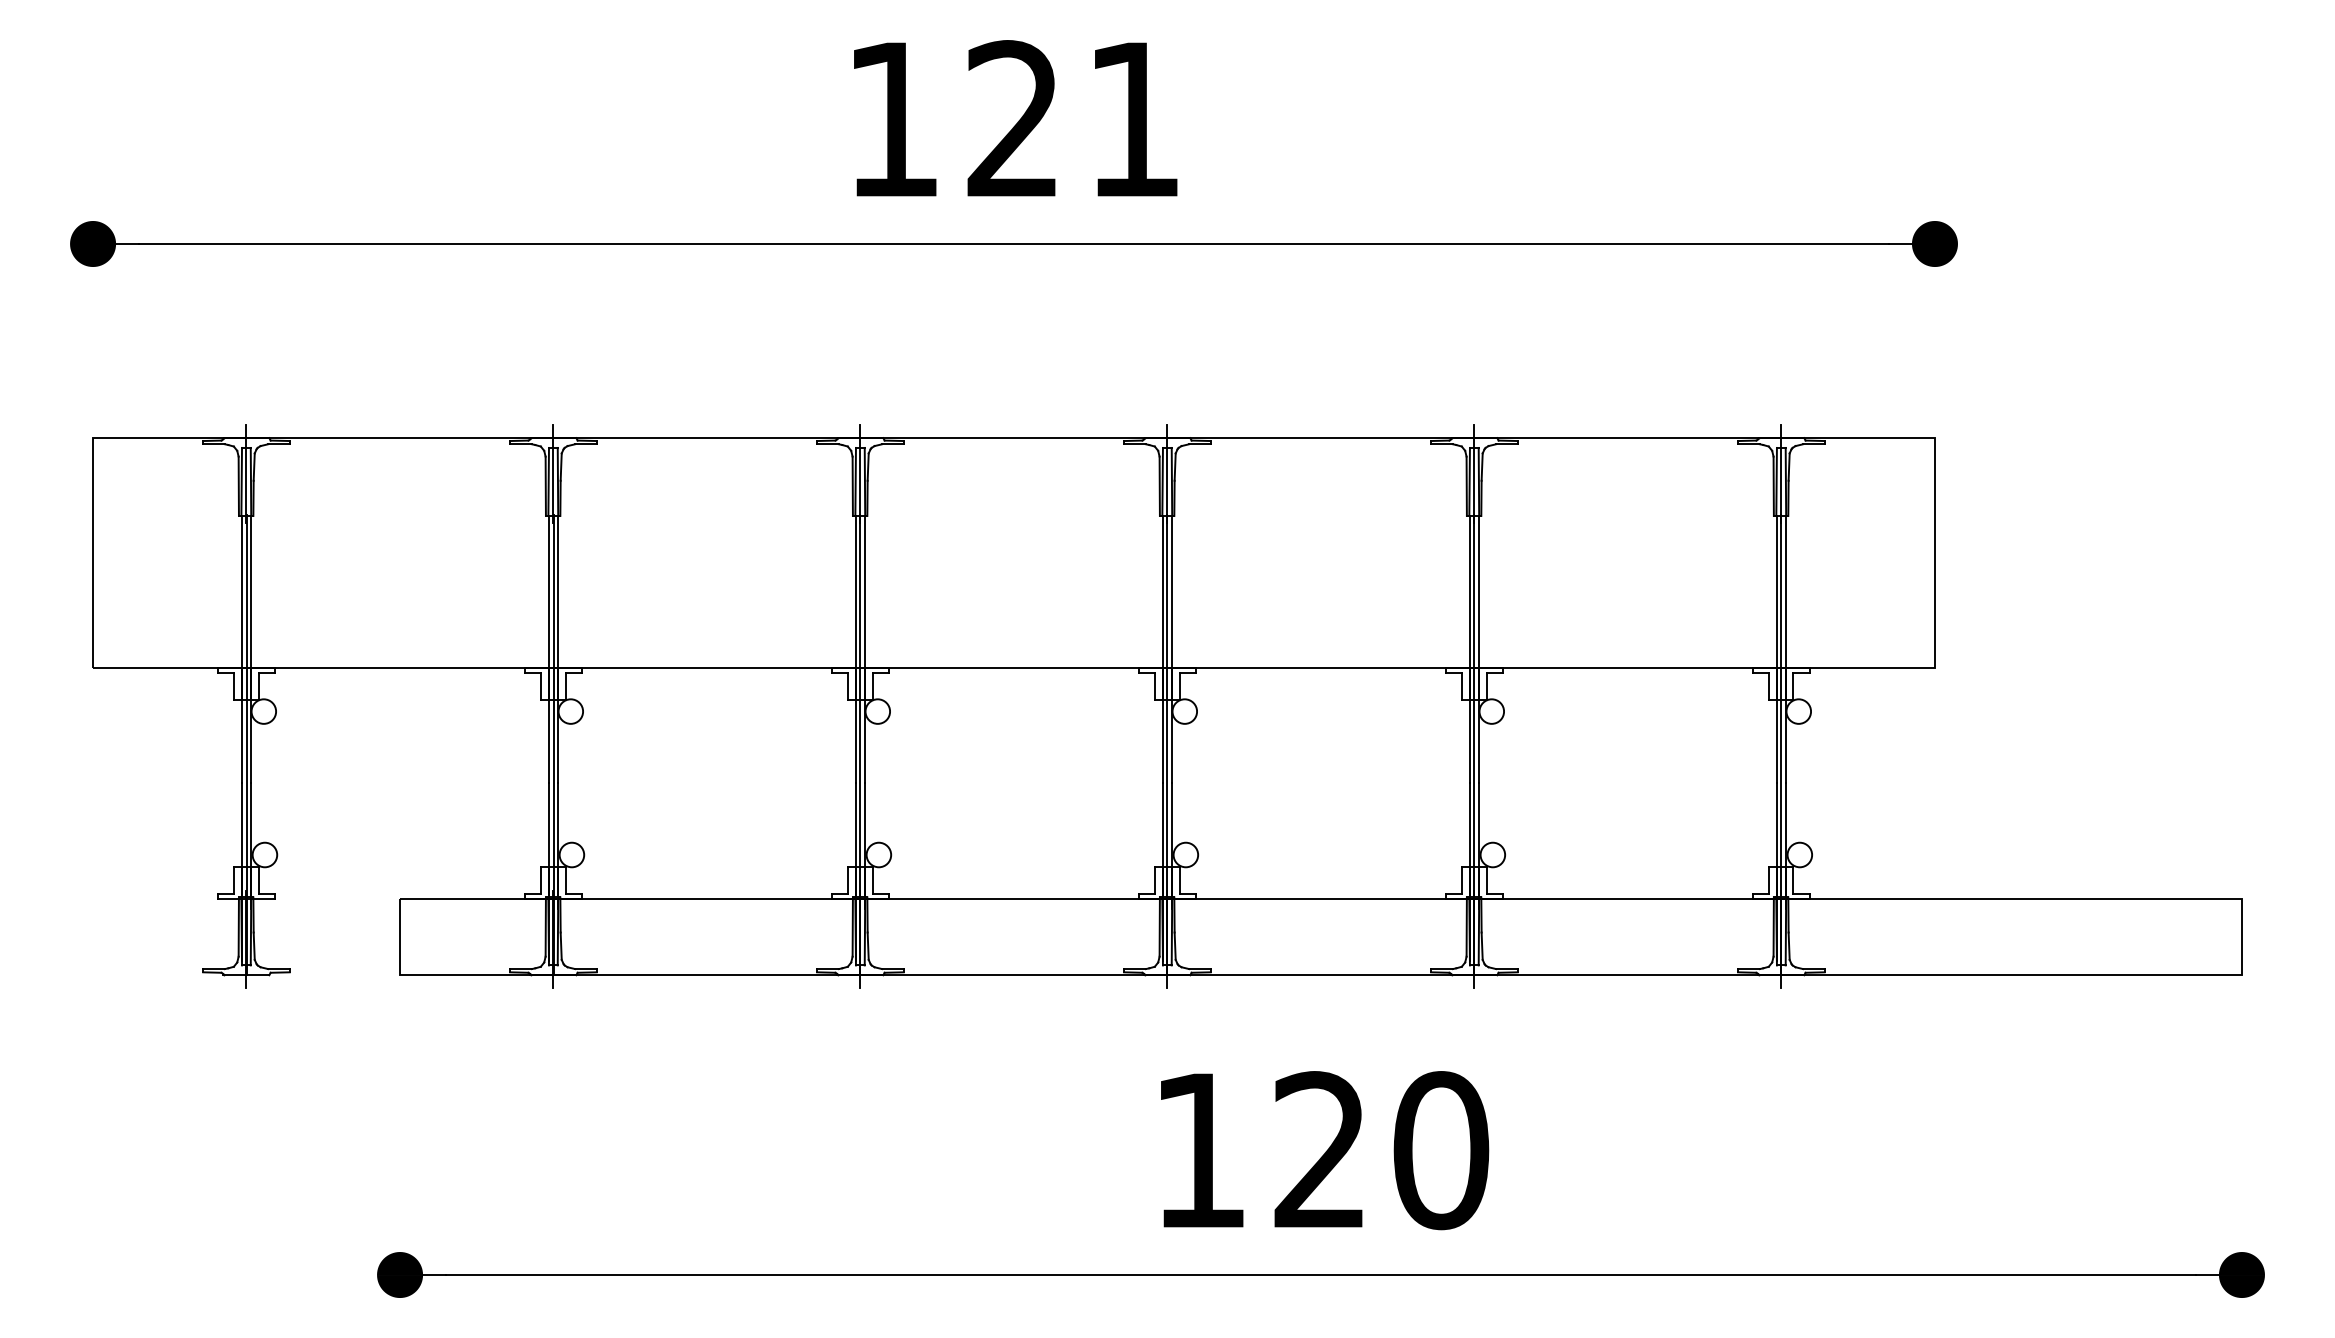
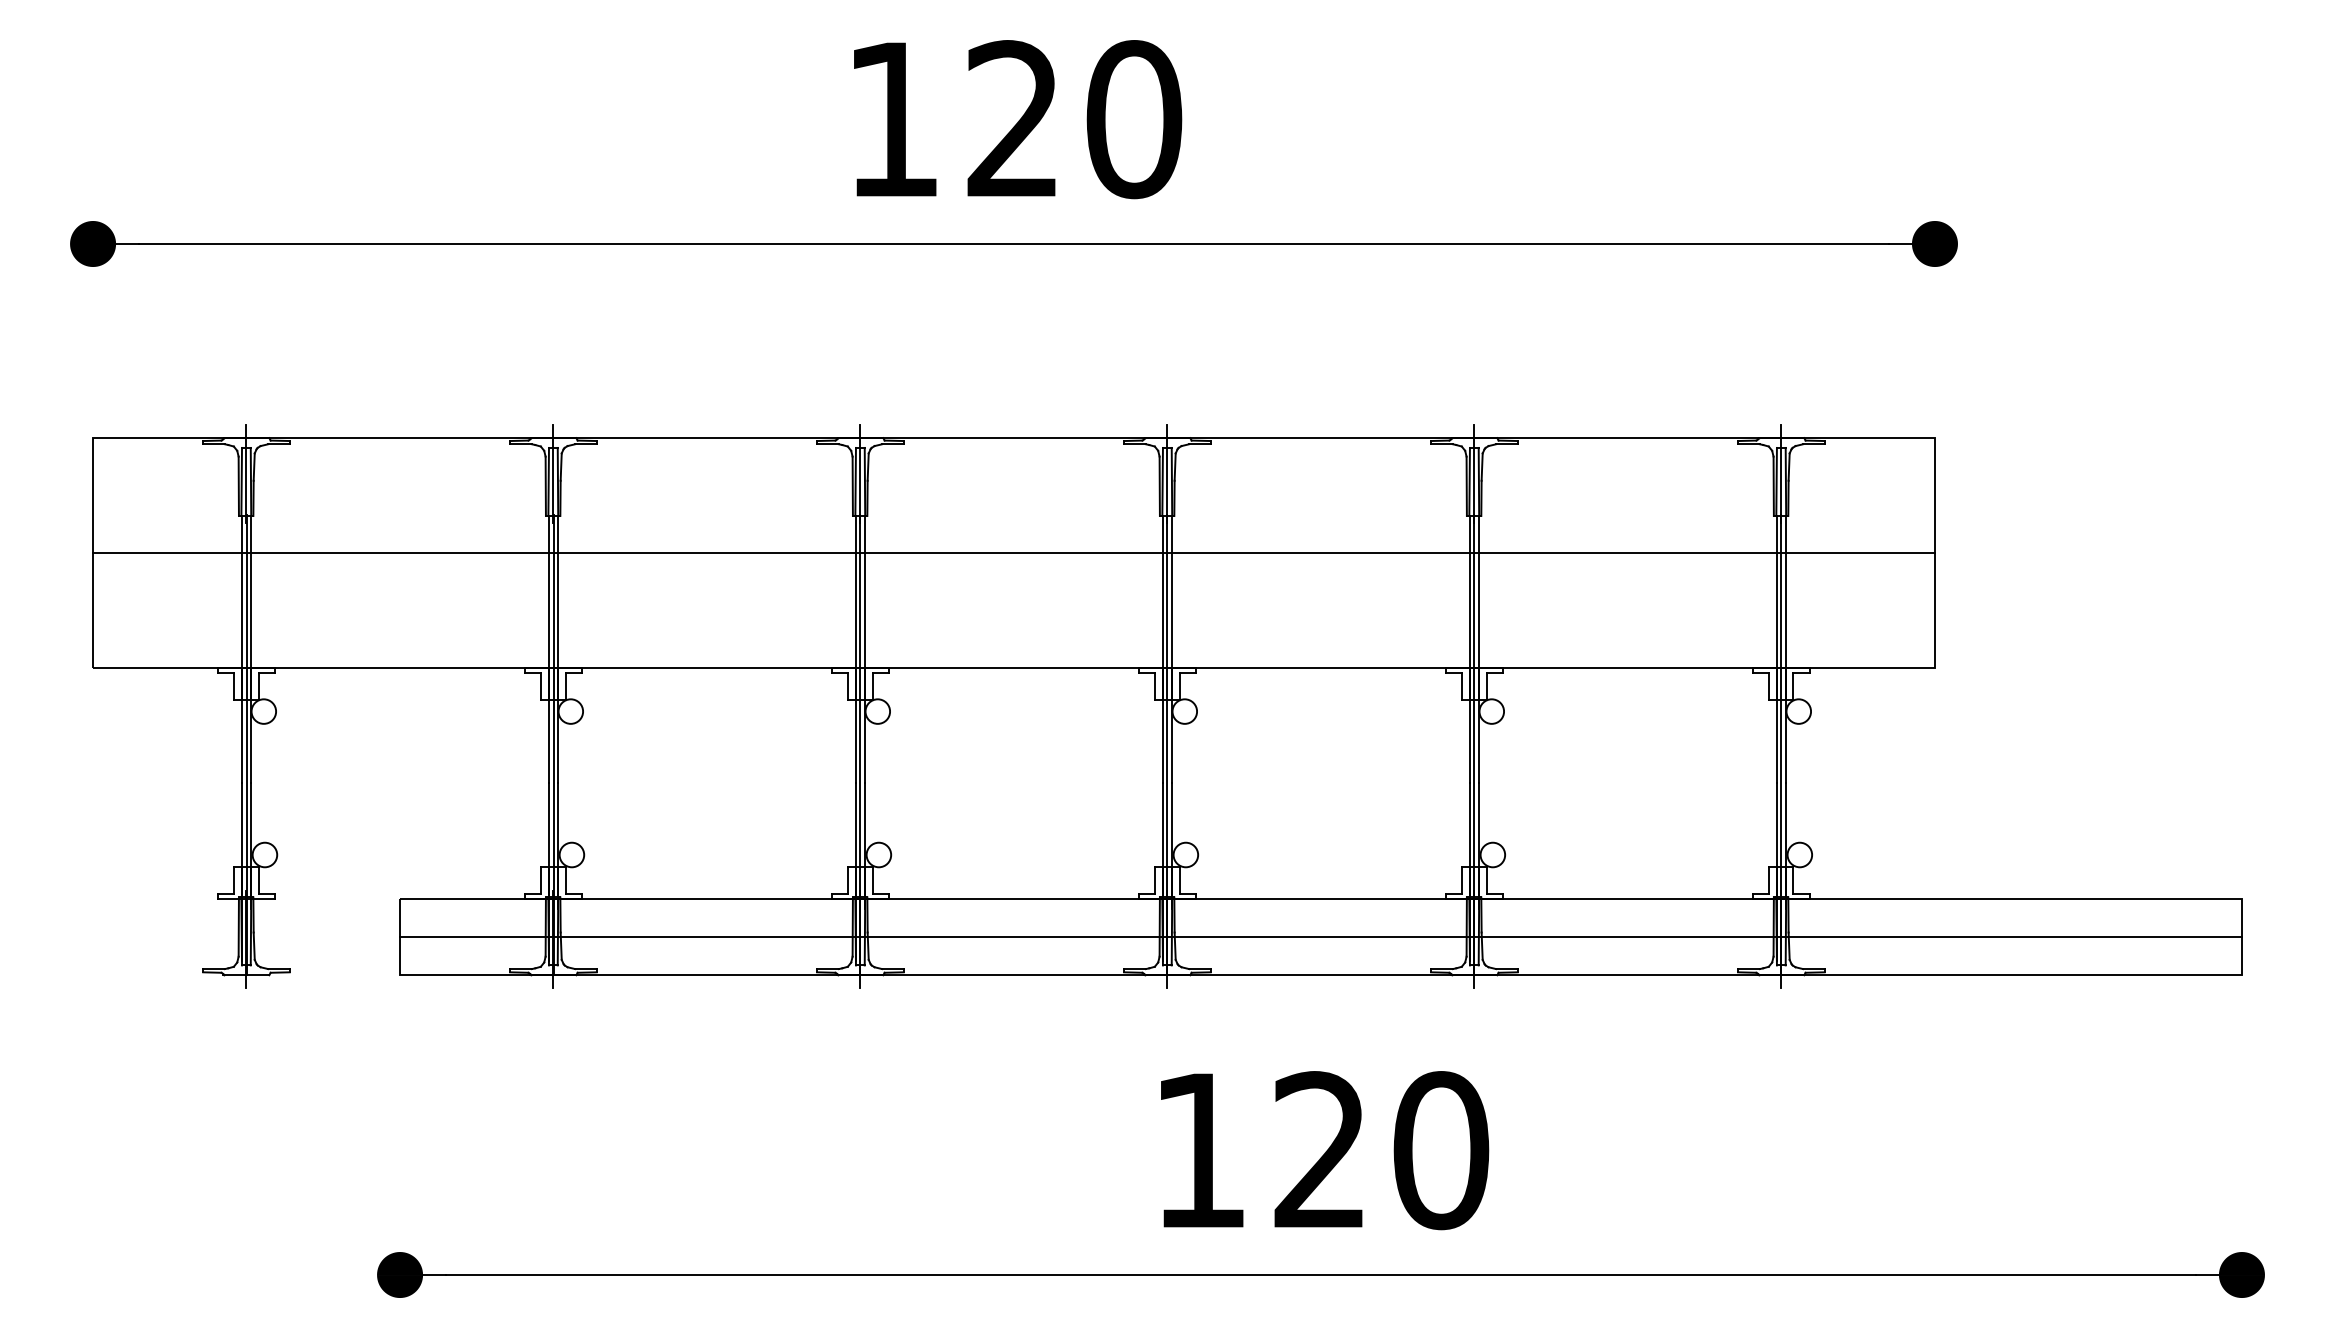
text at (1134, 119): 121 -> 120
line at (1013, 553): none -> present
line at (1320, 936): none -> present
